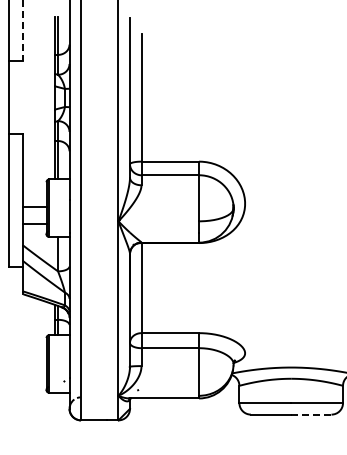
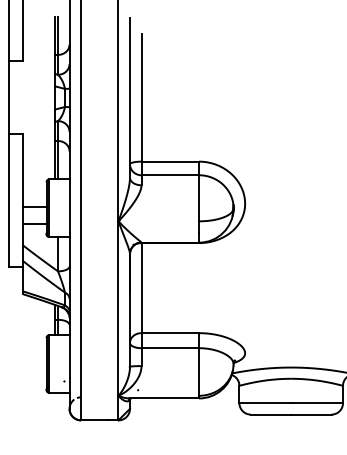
line at (23, 31): dashed -> solid
line at (311, 414): dashed -> solid
